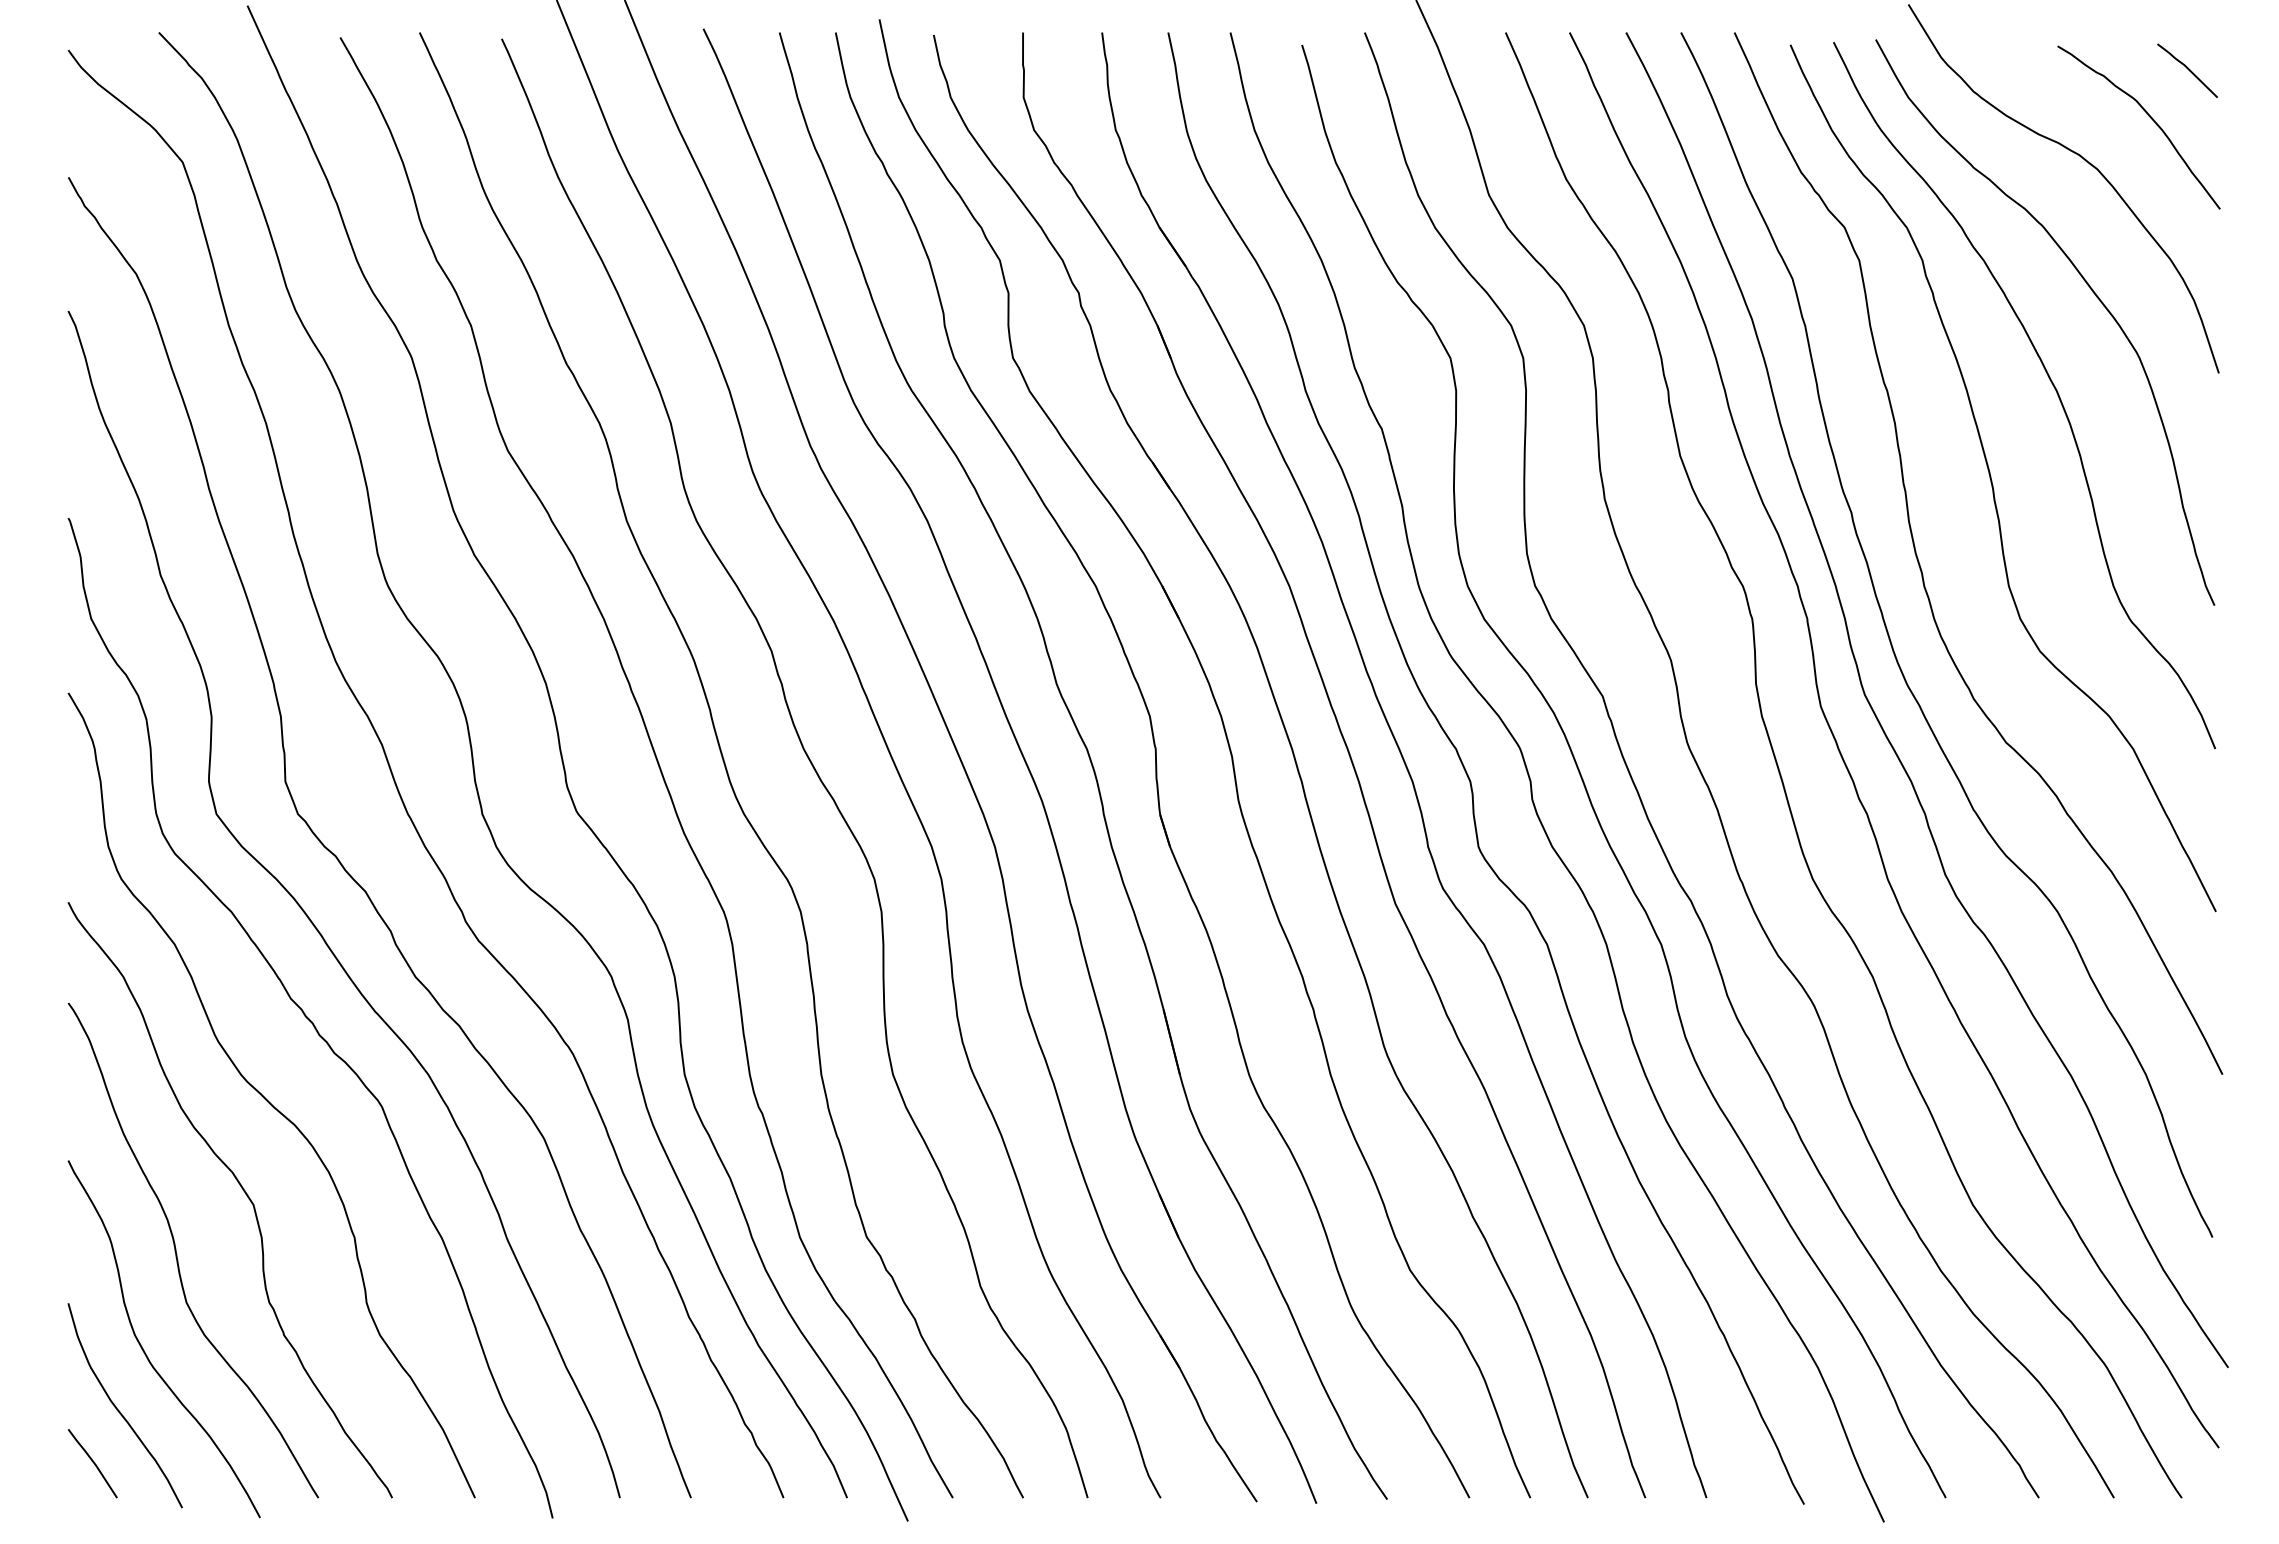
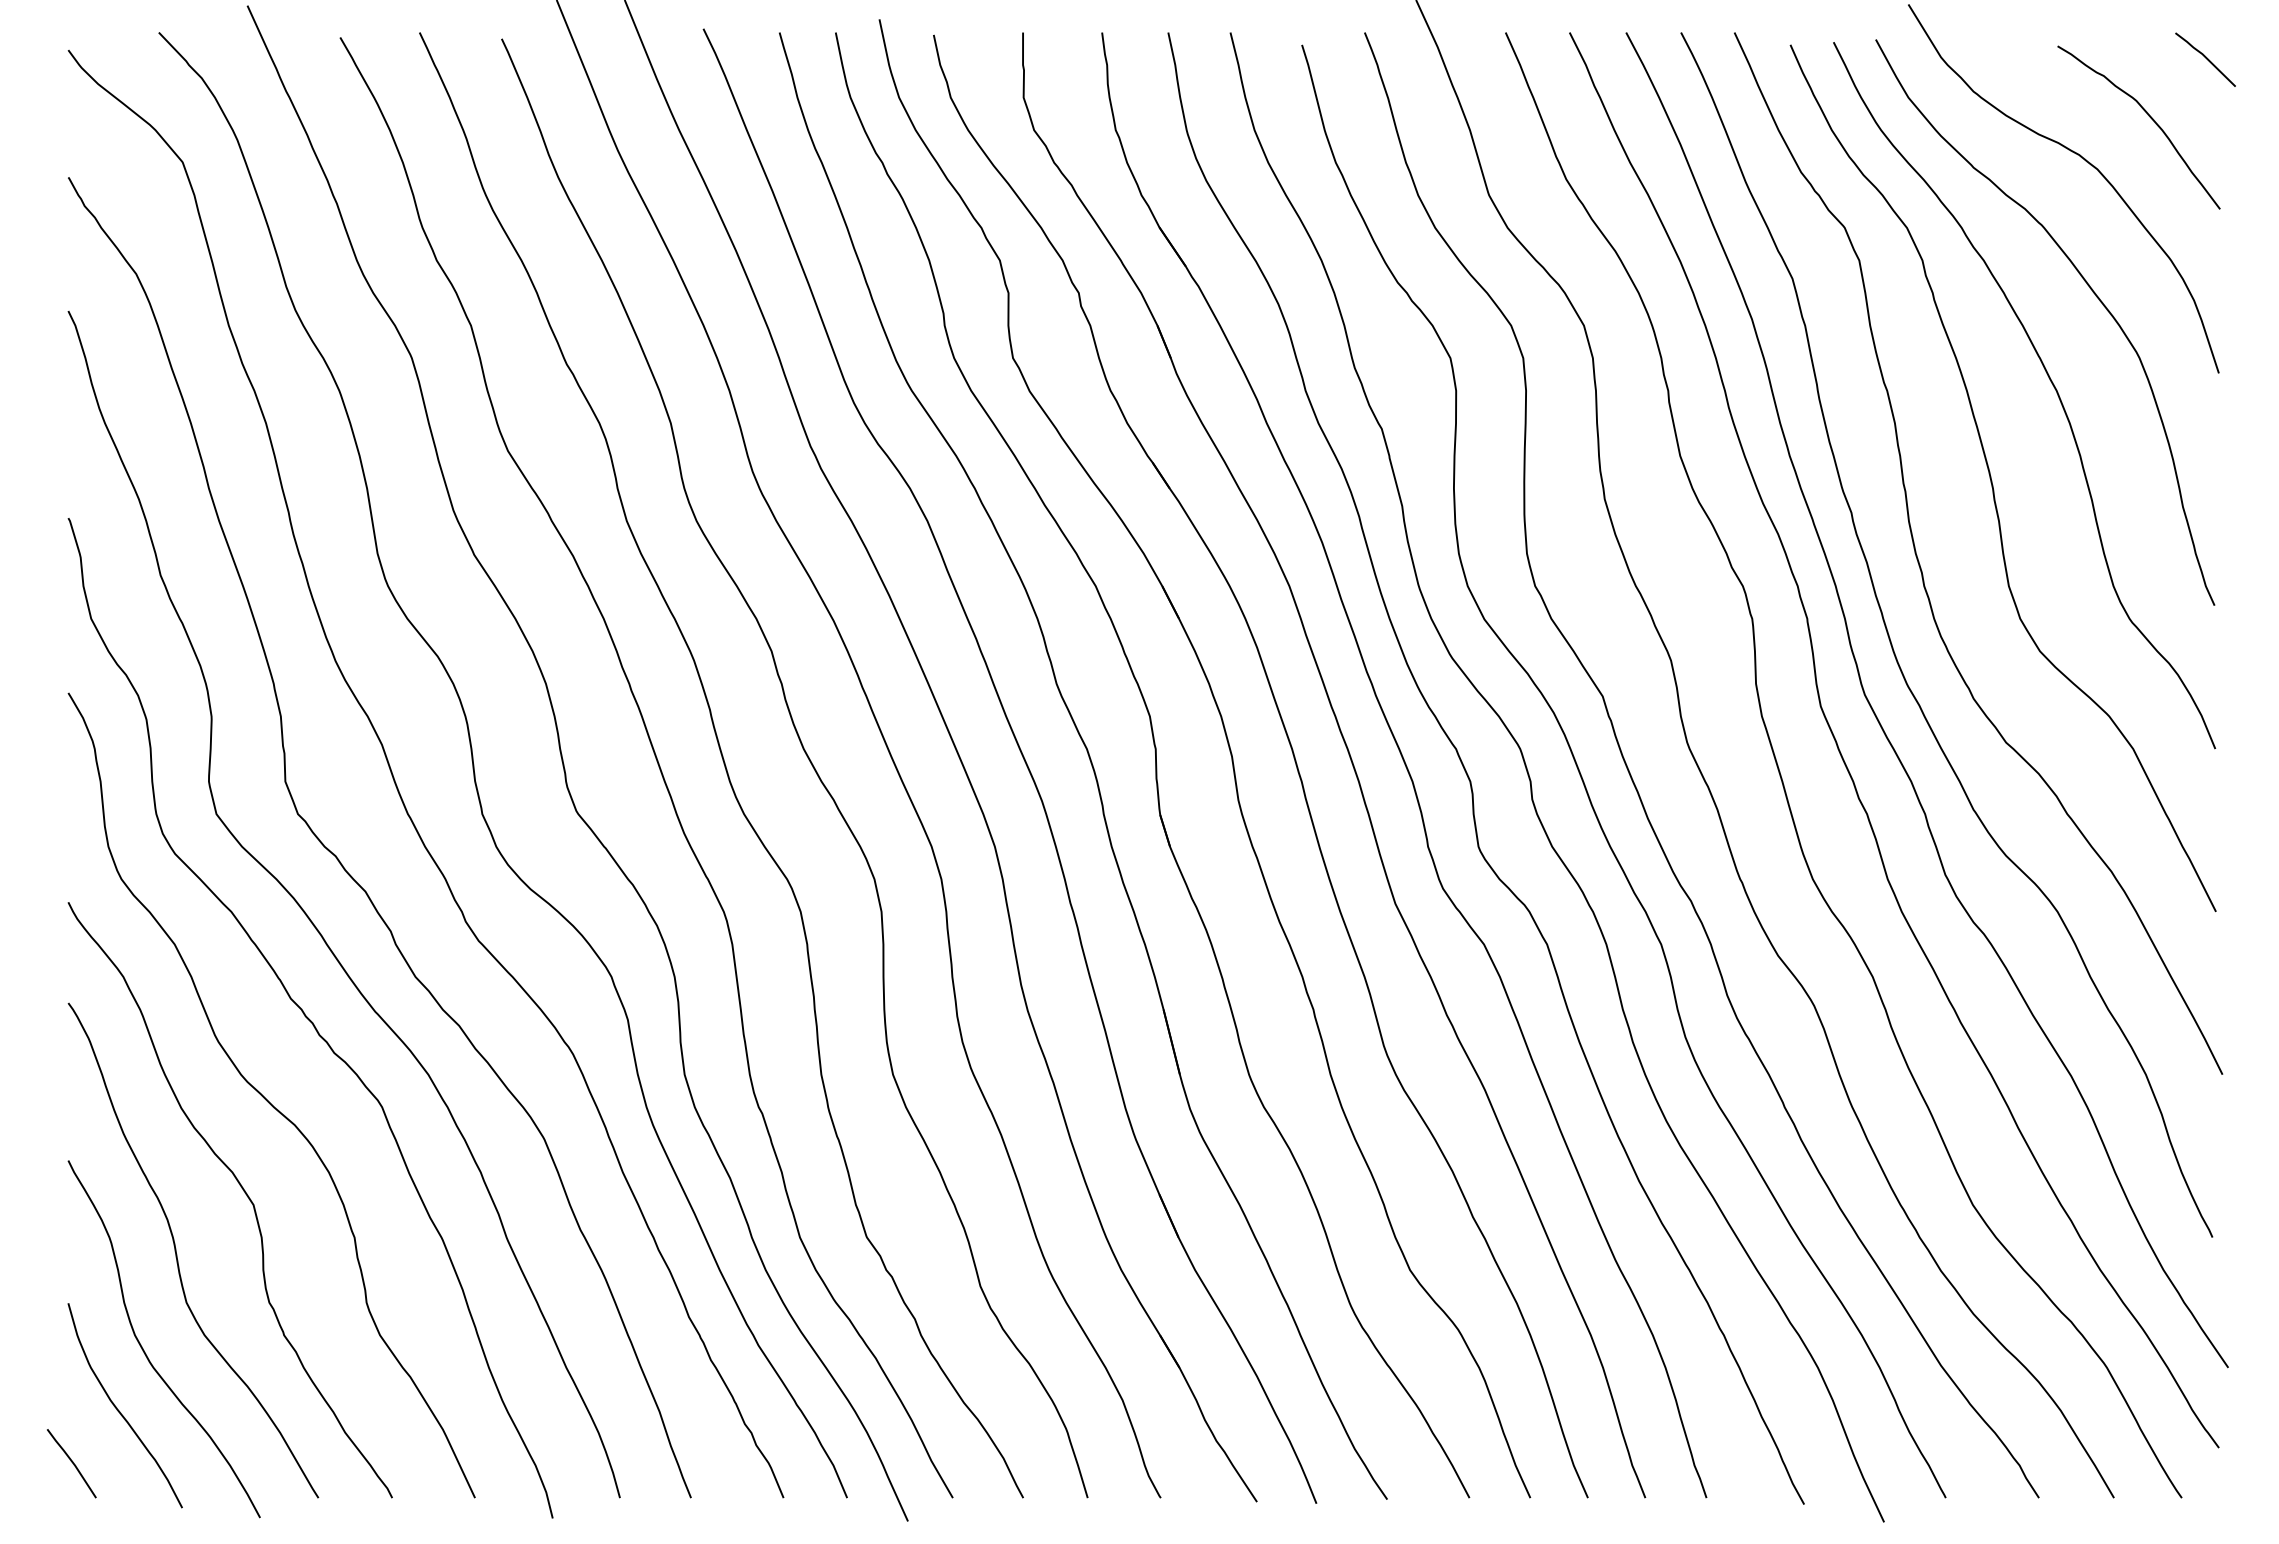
line at (2187, 69) position: (2187, 69) -> (2205, 58)
line at (92, 1462) position: (92, 1462) -> (71, 1462)
